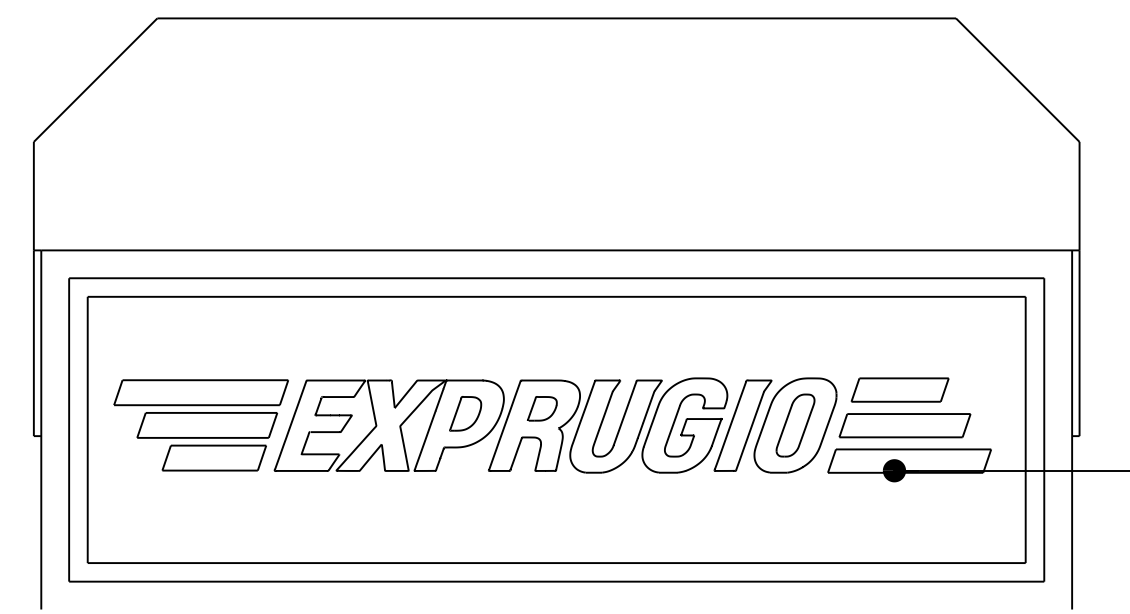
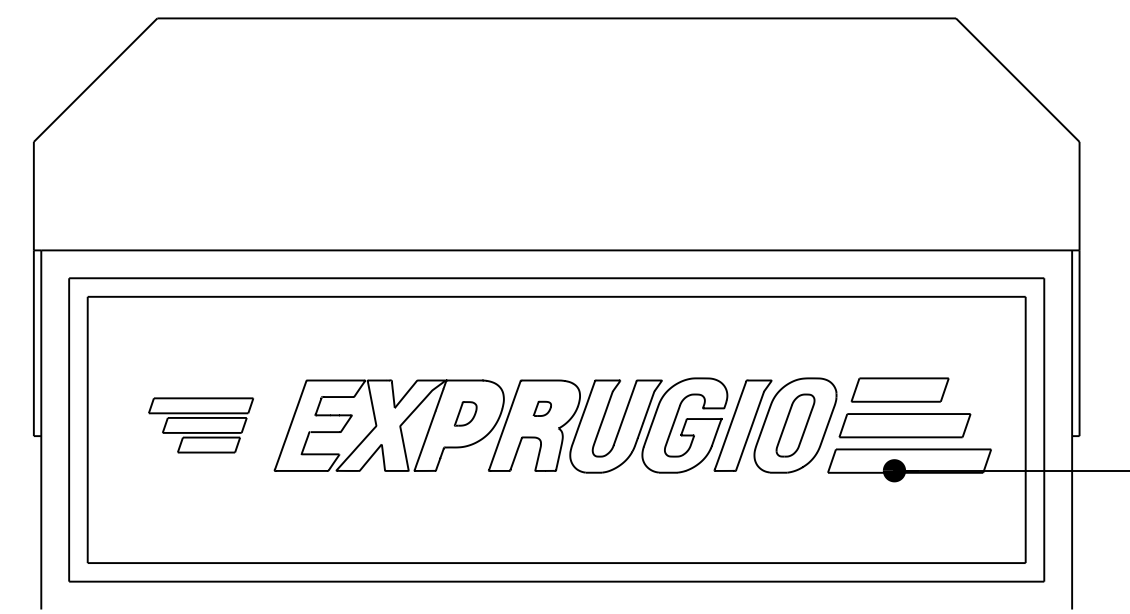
part at (542, 408) size: 31x26 px -> 20x17 px
part at (465, 413) size: 34x36 px -> 25x26 px
part at (200, 425) size: 176x93 px -> 106x57 px
